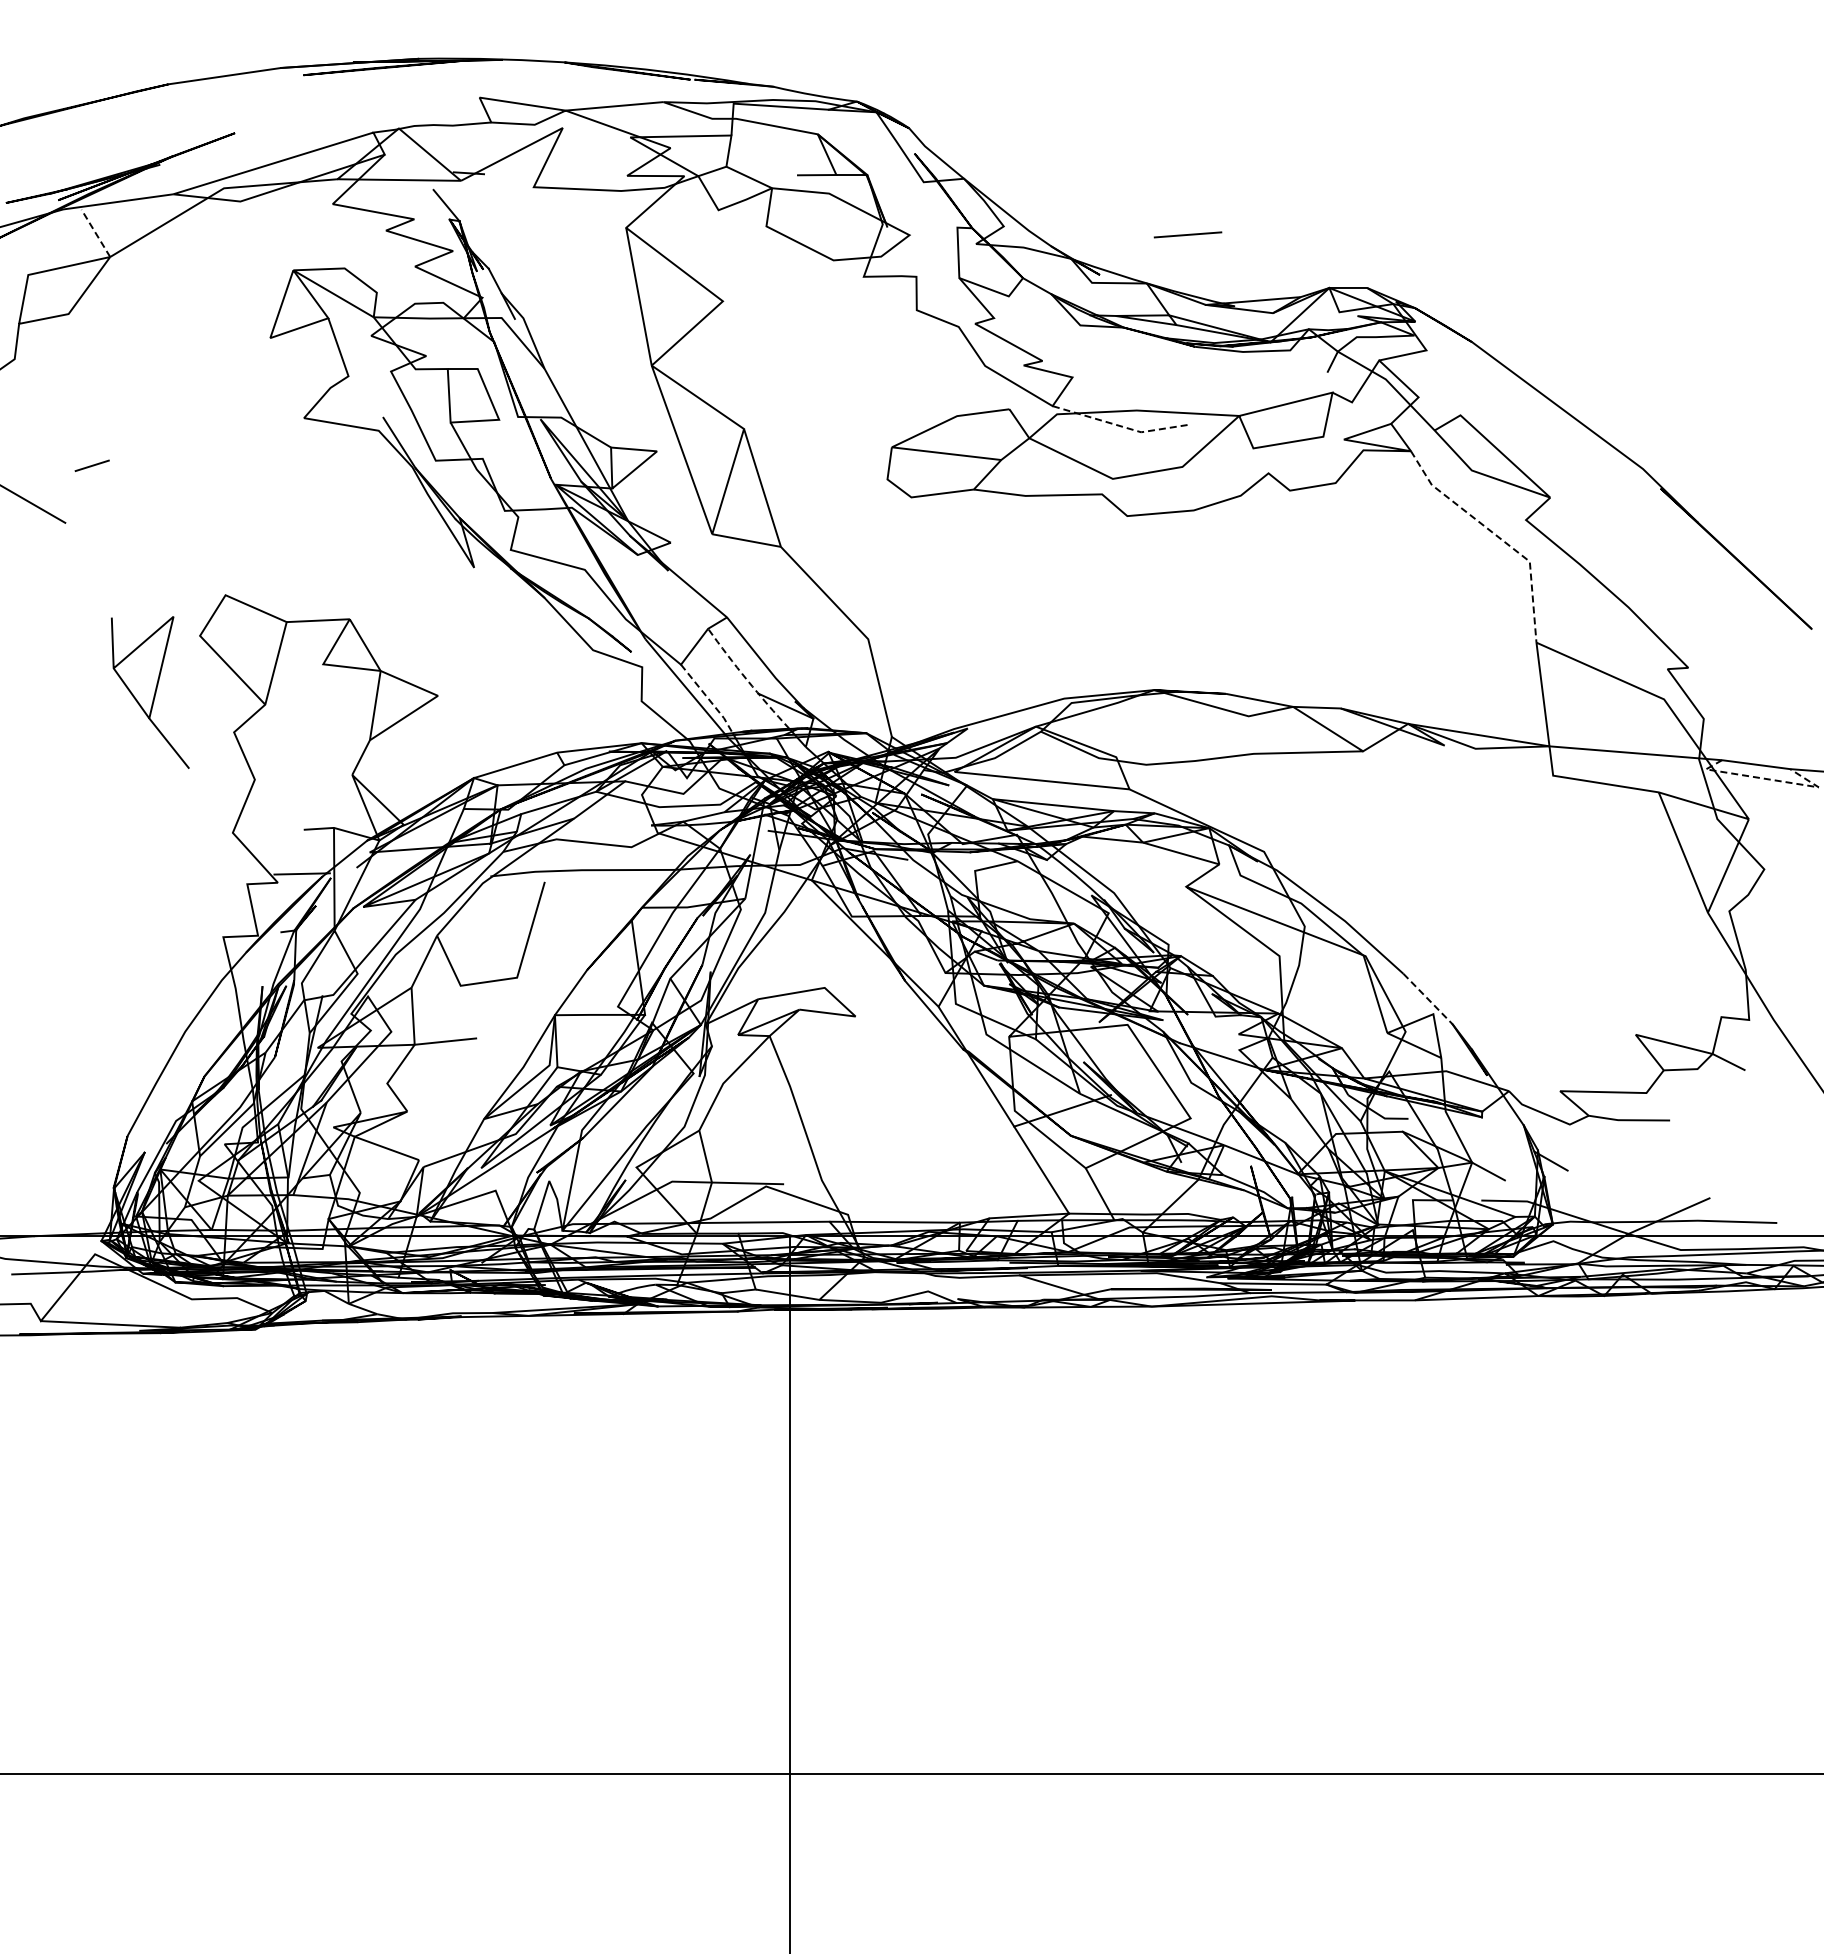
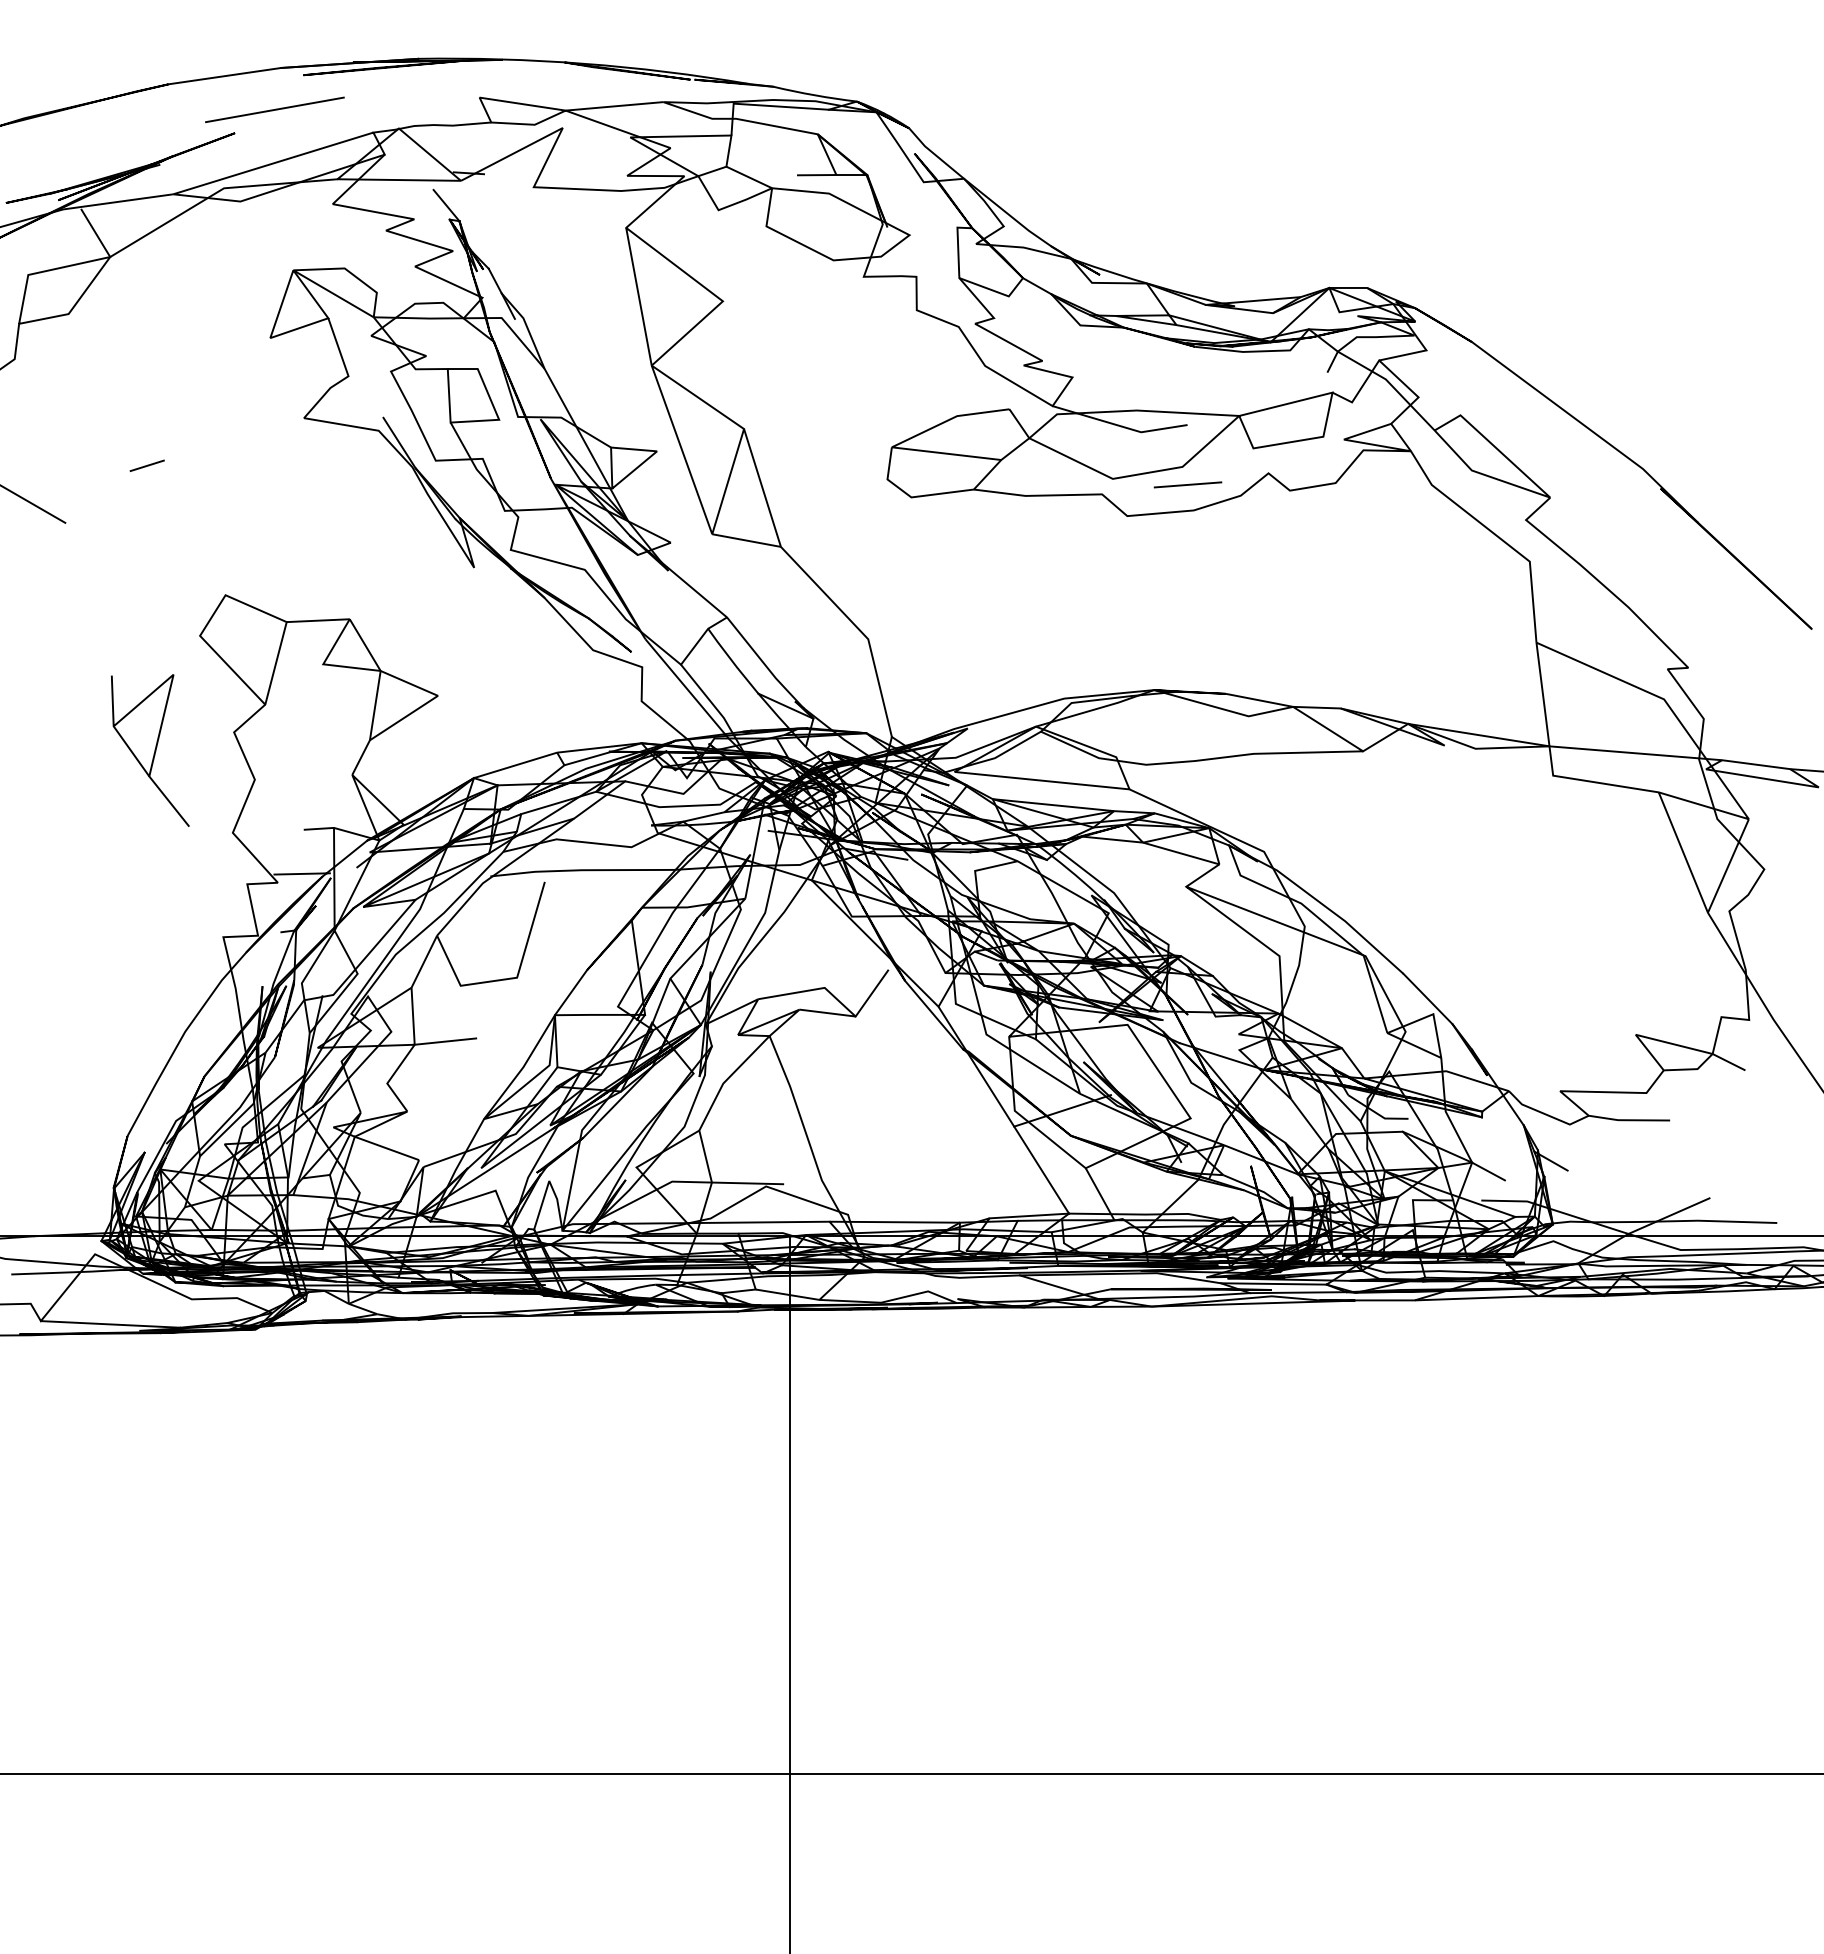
line at (274, 109): none -> present
line at (95, 233): dashed -> solid
line at (1187, 234) position: (1187, 234) -> (1187, 484)
line at (1119, 425): dashed -> solid
line at (91, 465) position: (91, 465) -> (146, 465)
line at (1497, 536): dashed -> solid
arc at (747, 680): dashed -> solid
part at (150, 692) position: (150, 692) -> (150, 750)
line at (708, 698): dashed -> solid
line at (1770, 779): dashed -> solid
line at (871, 993): none -> present
line at (1428, 999): dashed -> solid
